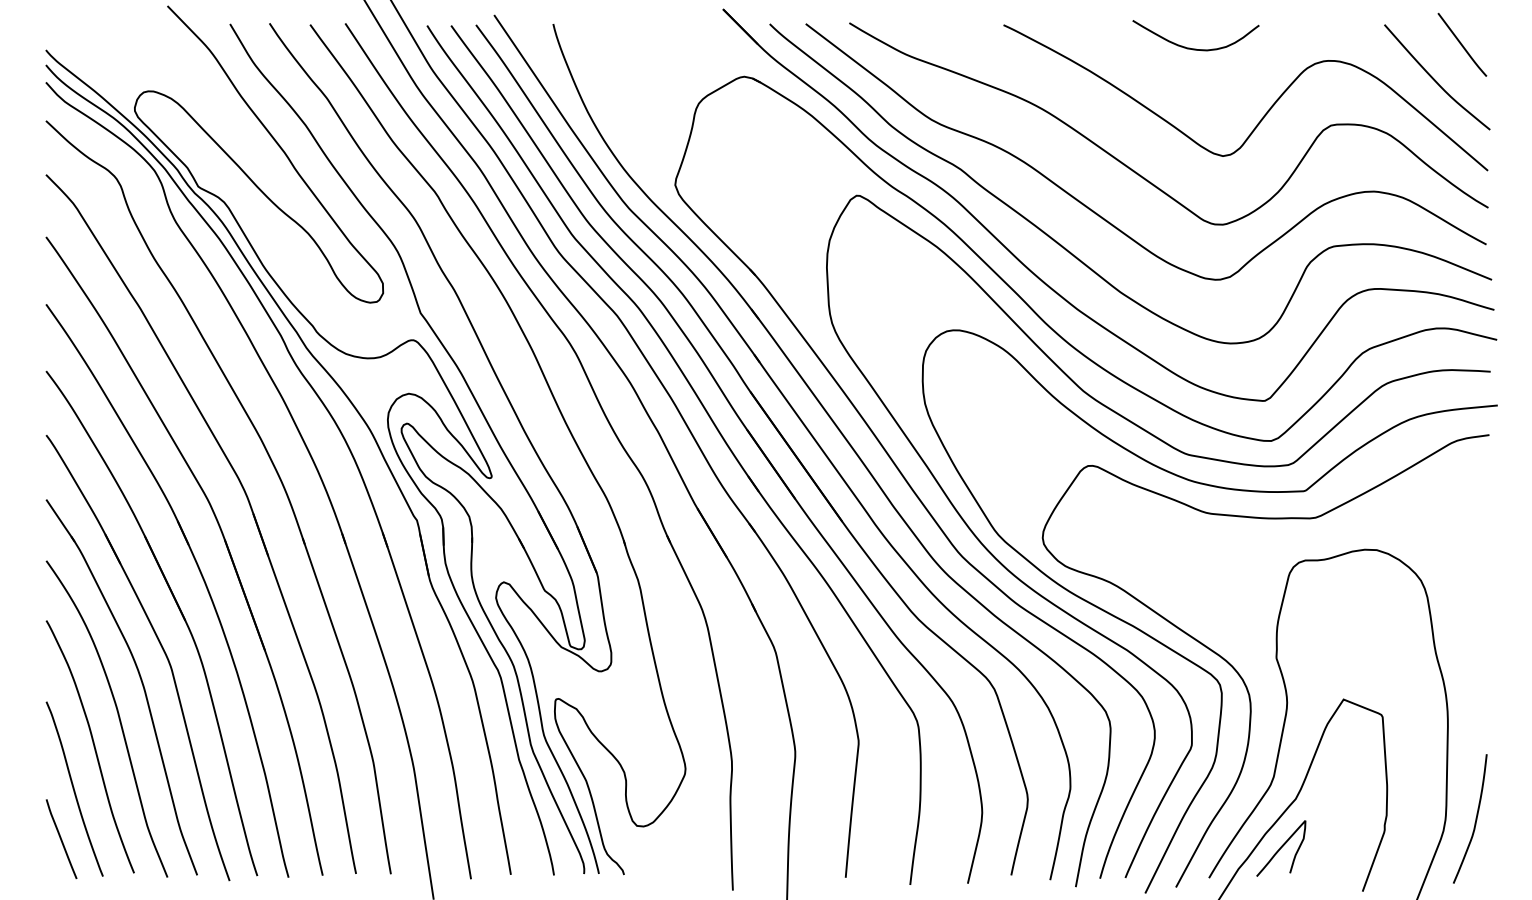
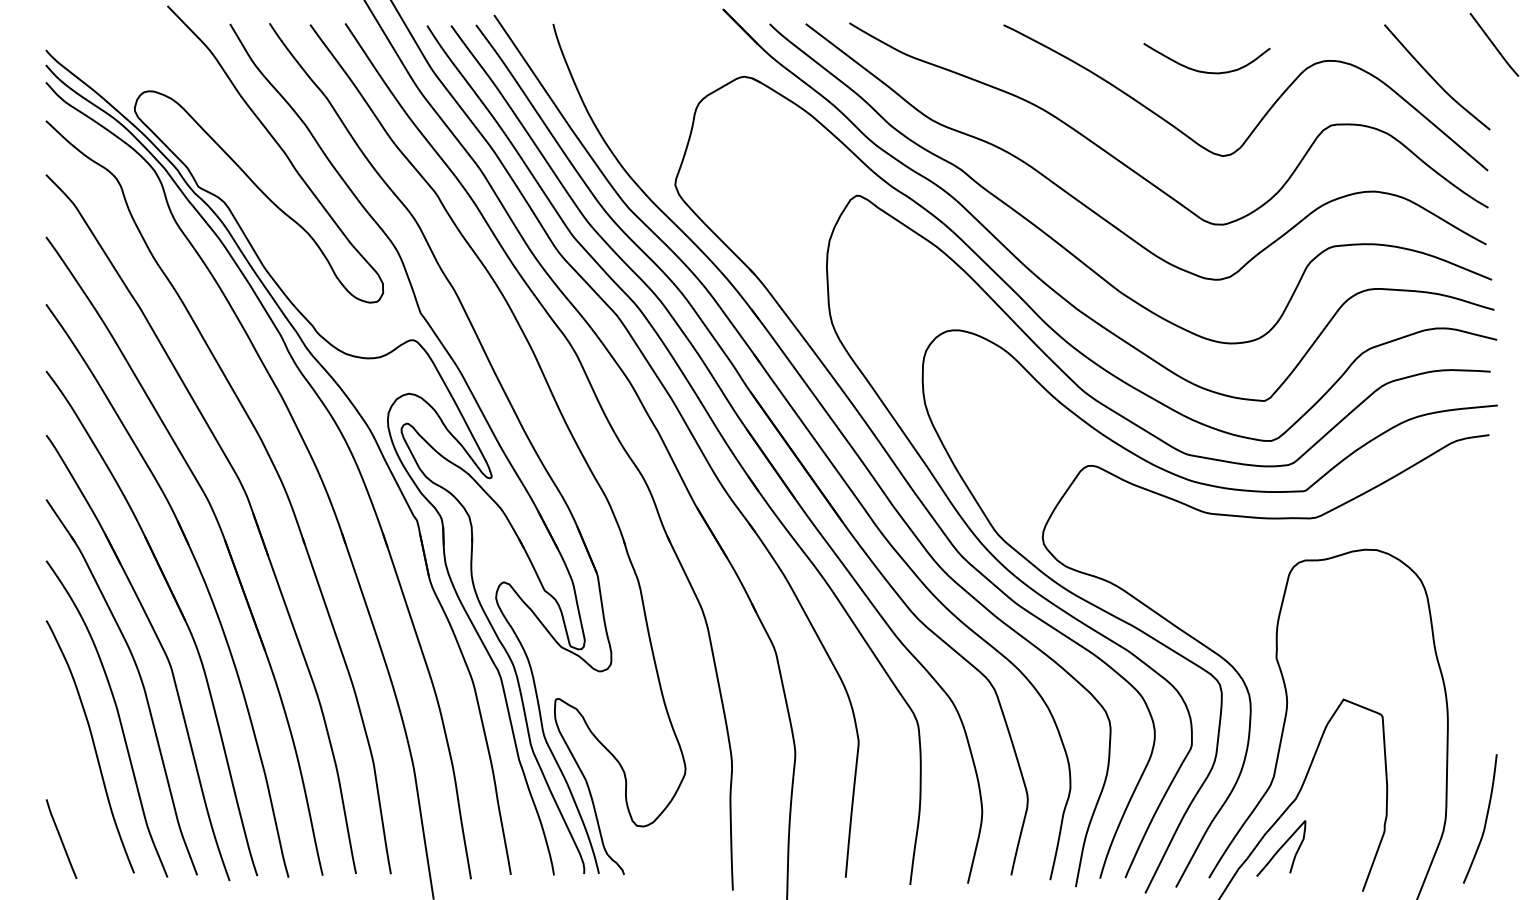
line at (1462, 44) position: (1462, 44) -> (1494, 44)
curve at (1195, 48) position: (1195, 48) -> (1206, 71)
curve at (74, 788): present -> none
curve at (1475, 818) position: (1475, 818) -> (1485, 818)
